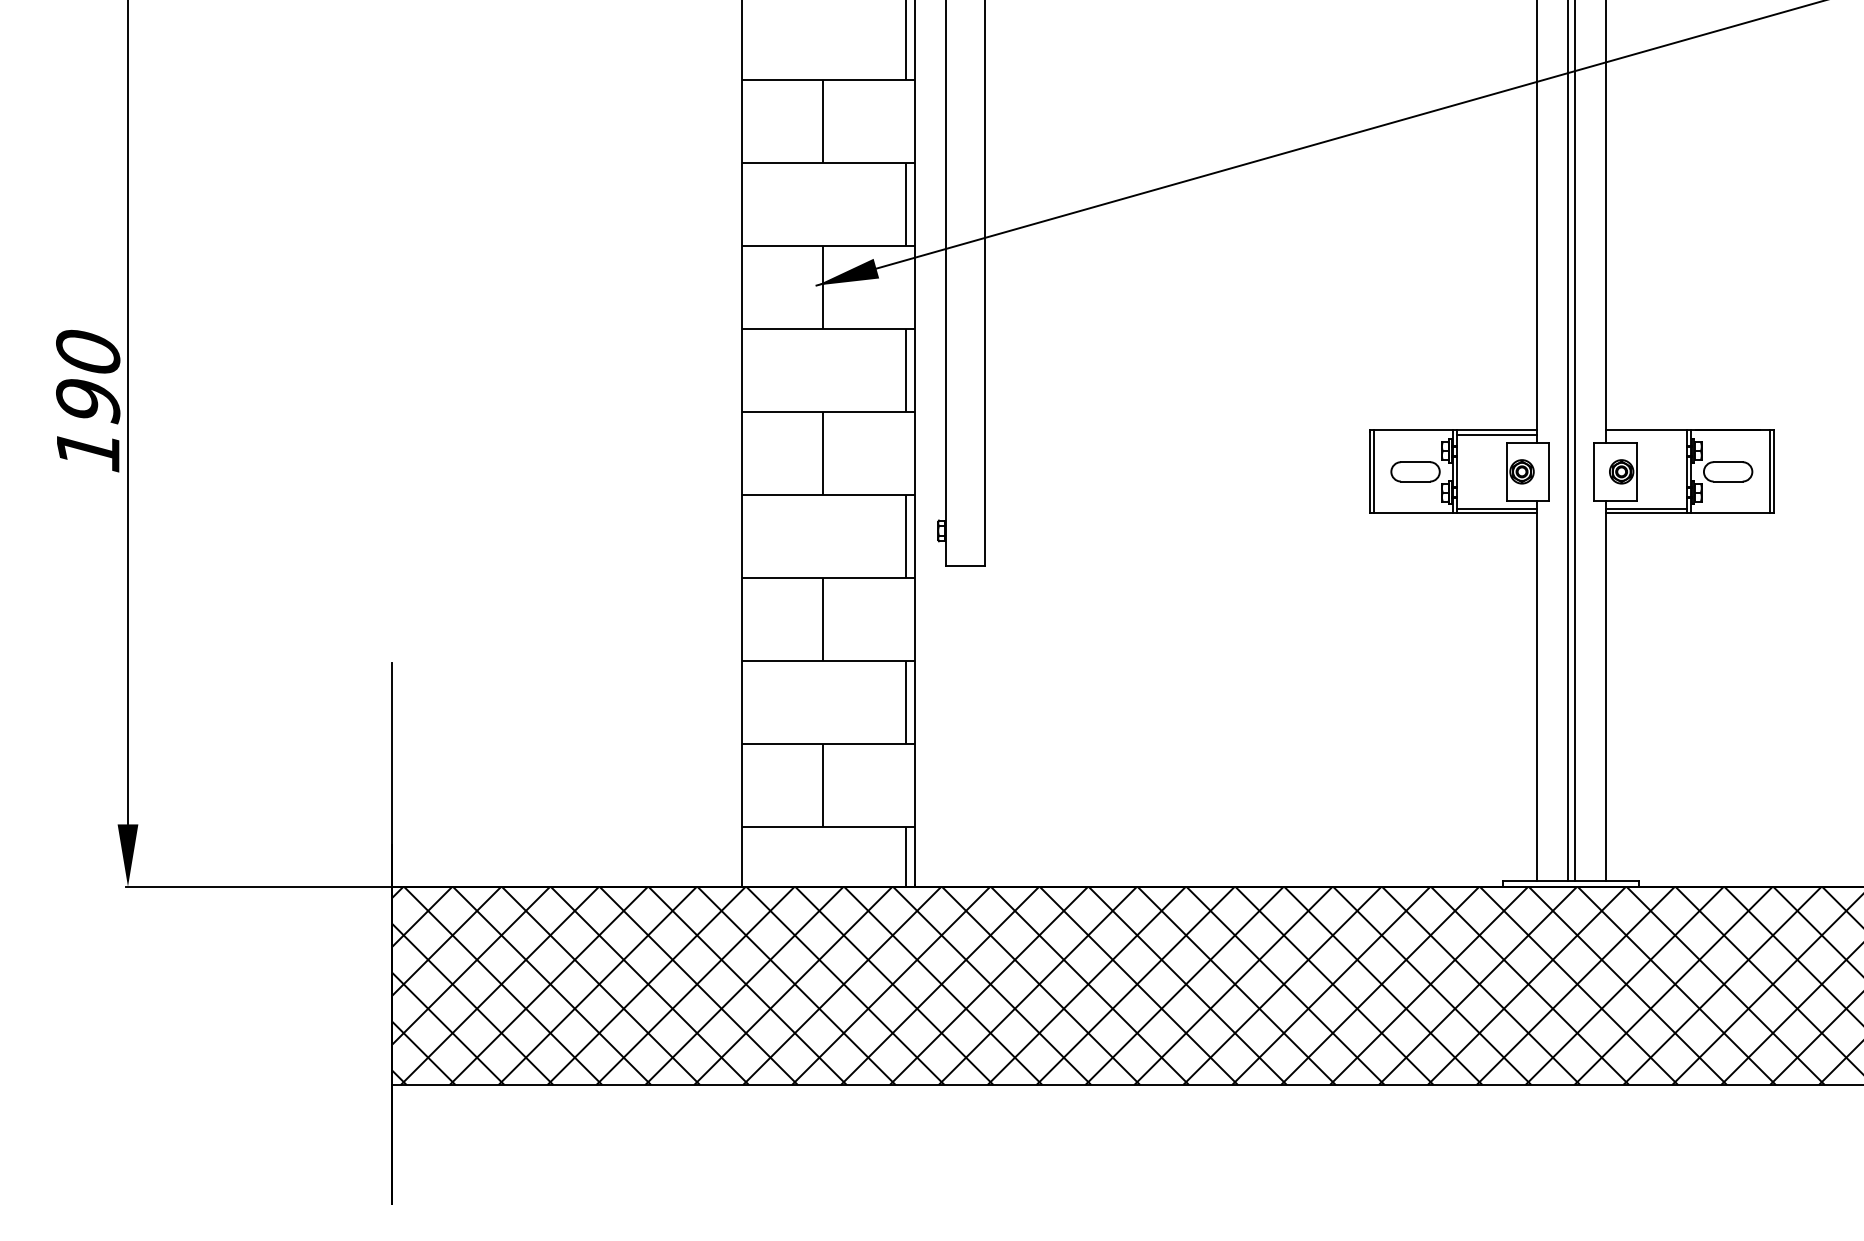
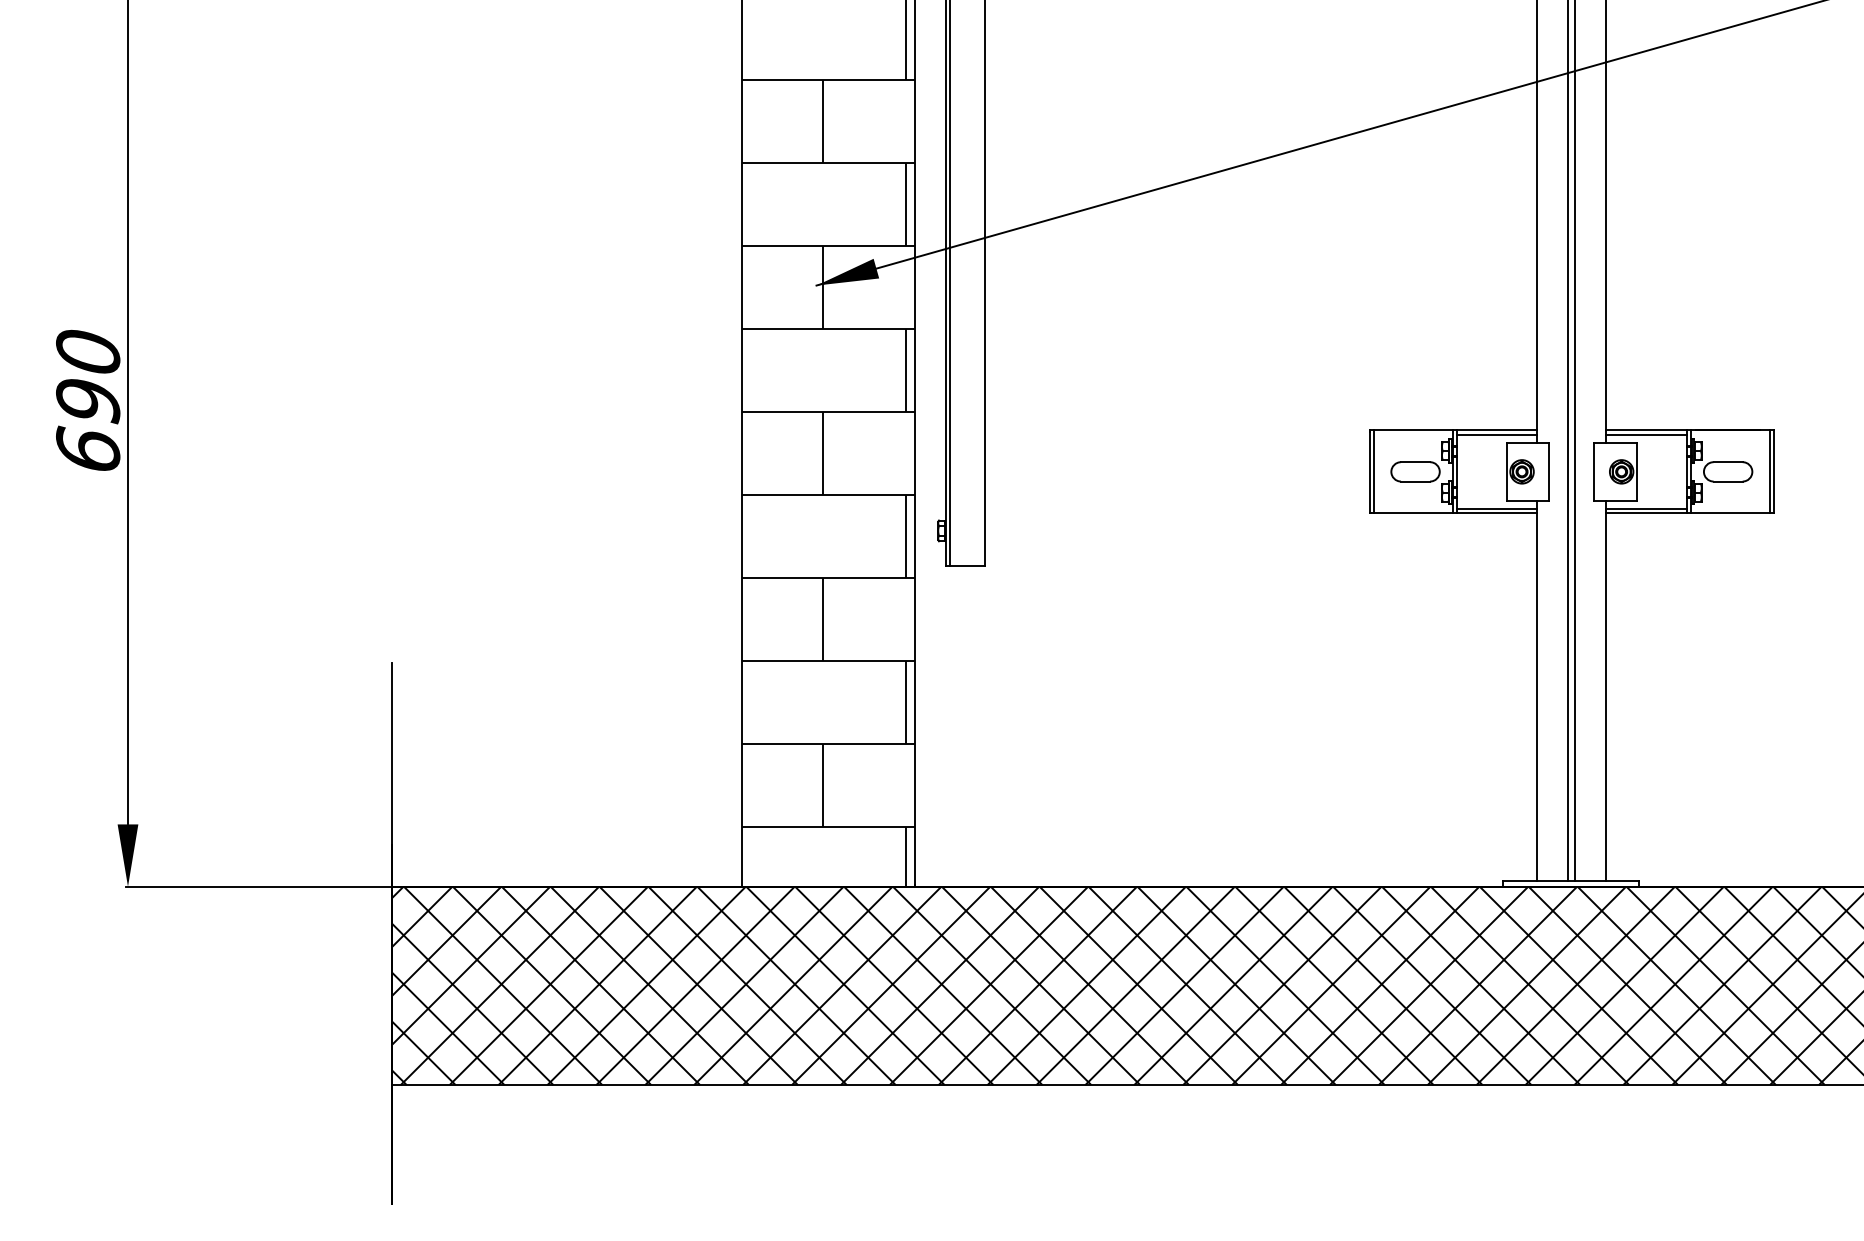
line at (949, 283): none -> present
line at (1646, 434): none -> present
text at (88, 448): 190 -> 690
